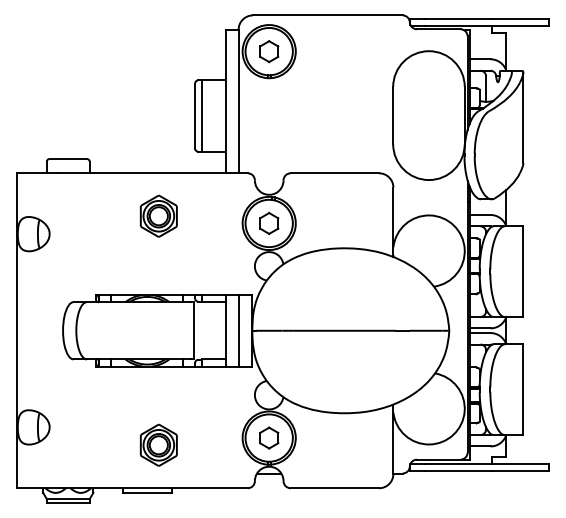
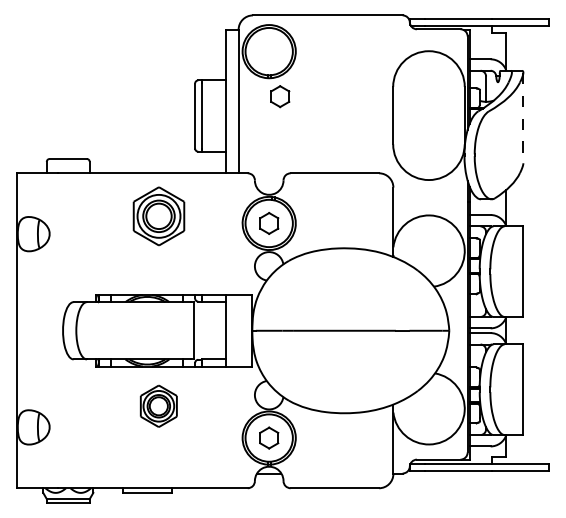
part at (269, 51) position: (269, 51) -> (280, 96)
line at (523, 118): solid -> dashed
part at (158, 215) size: 39x44 px -> 54x61 px
line at (238, 330): present -> none
part at (158, 444) position: (158, 444) -> (158, 405)
